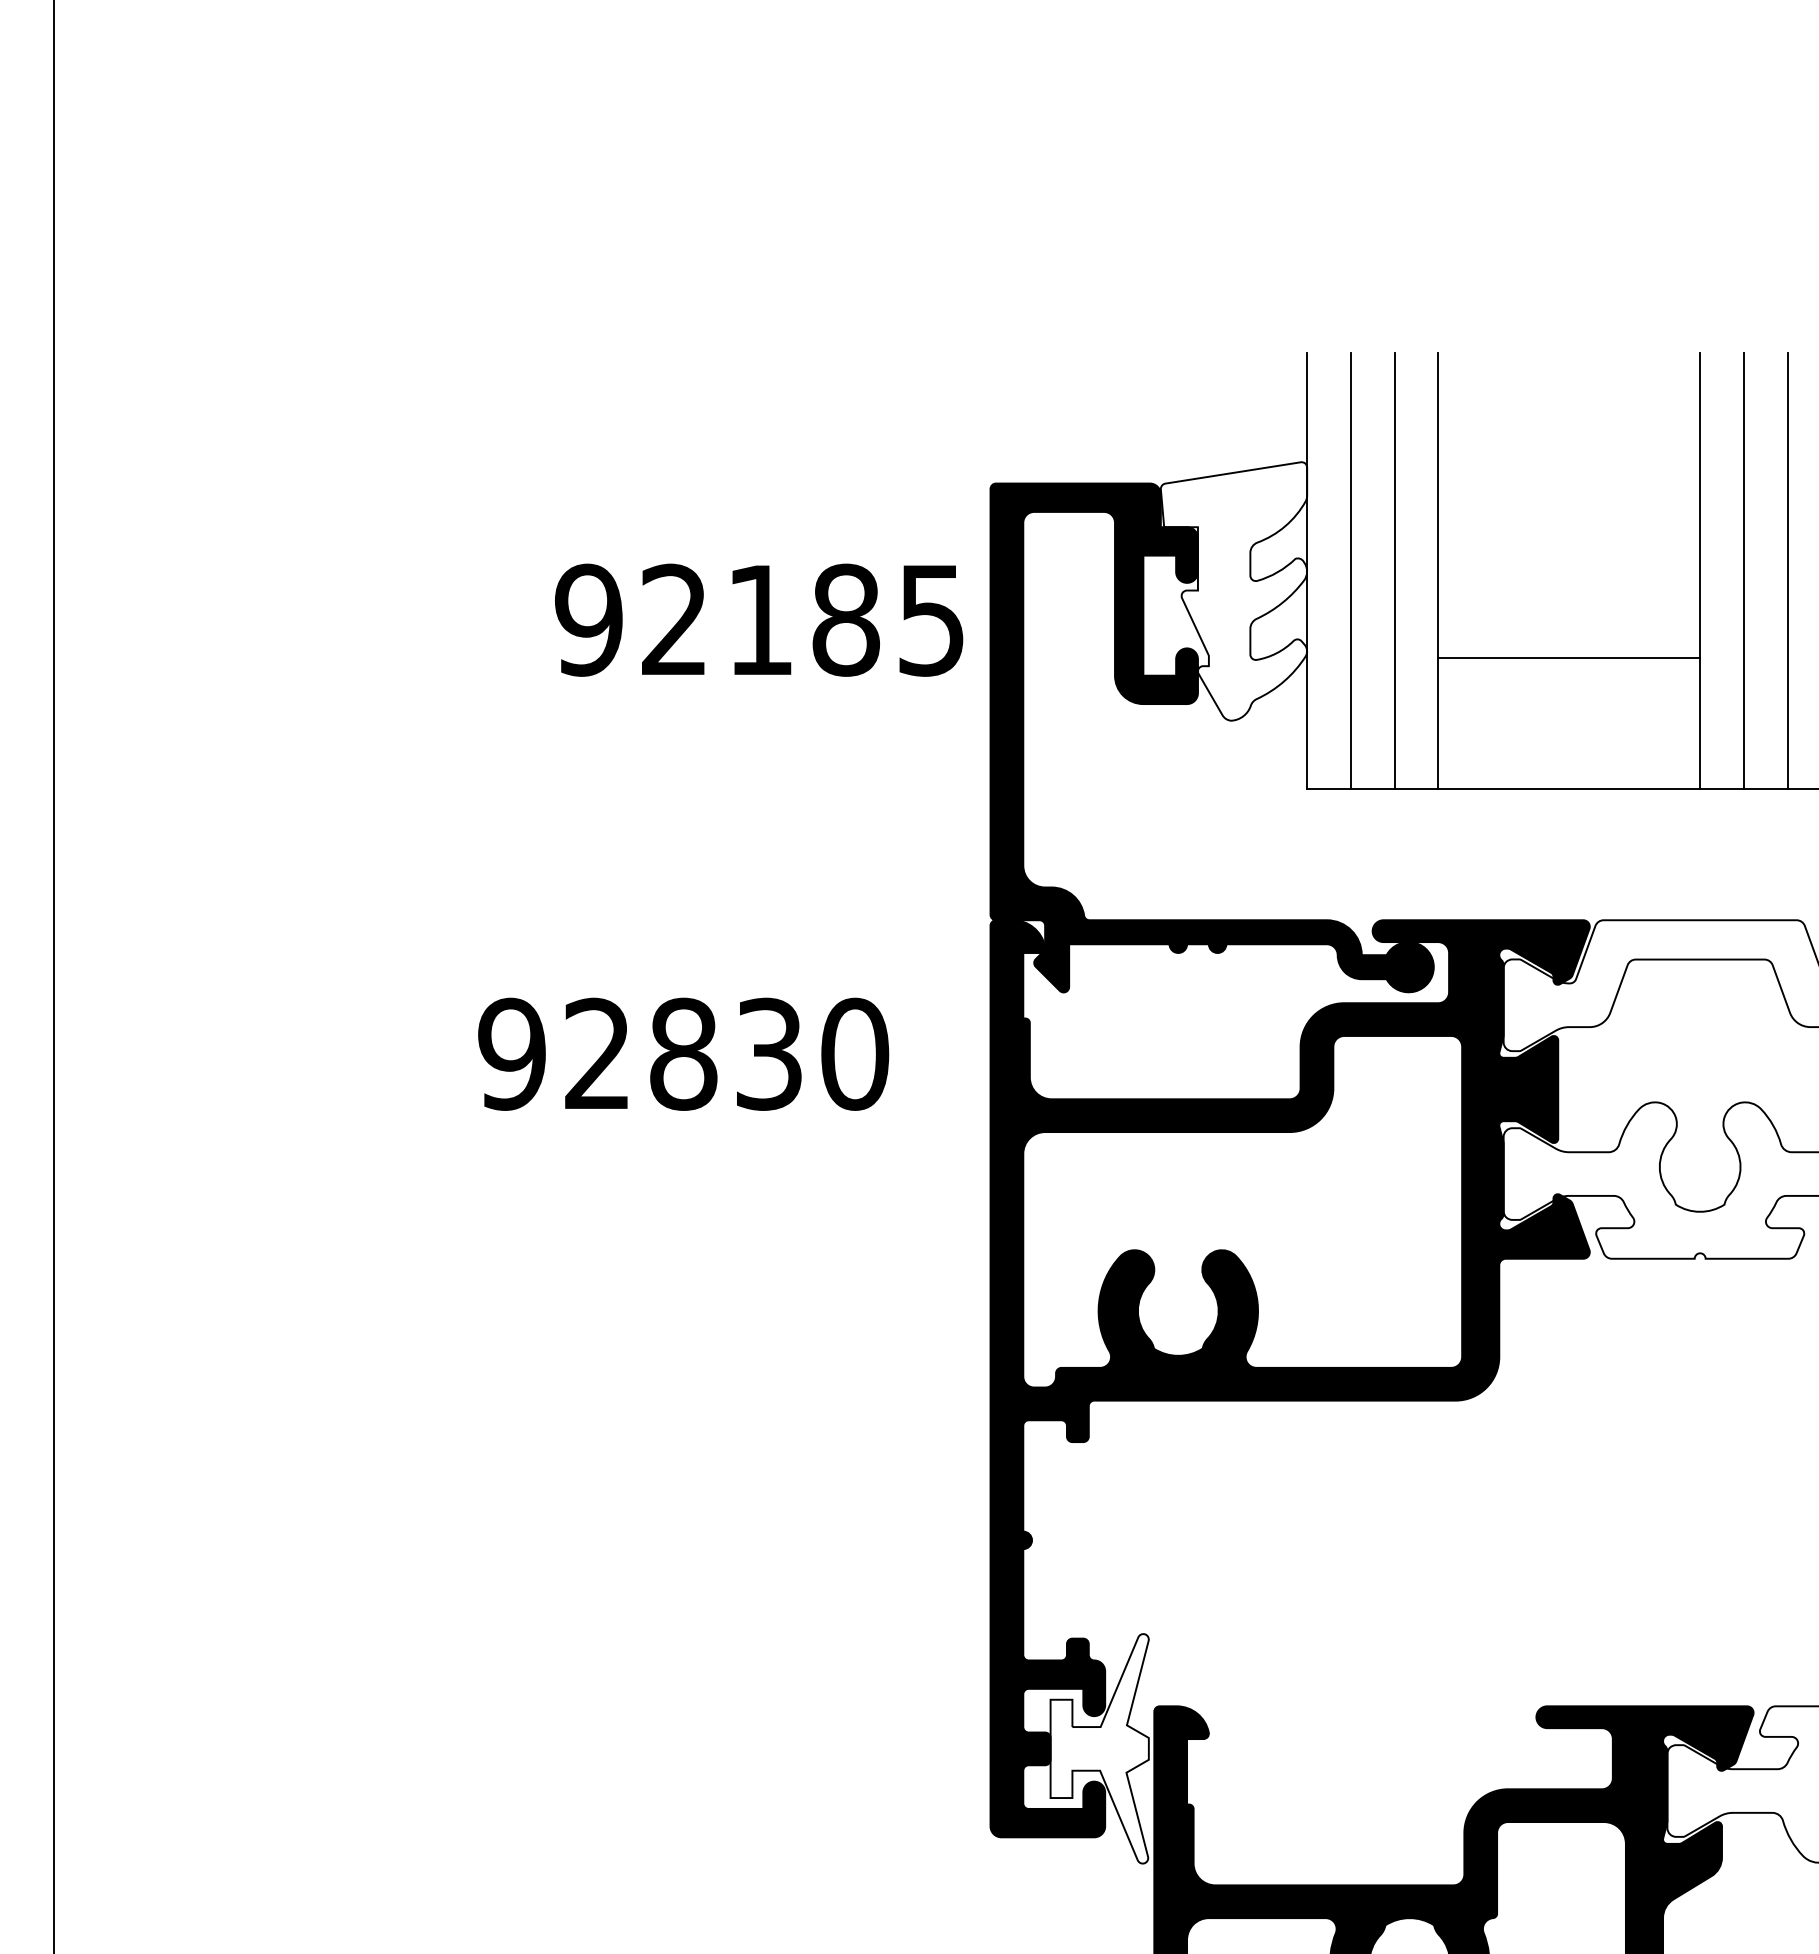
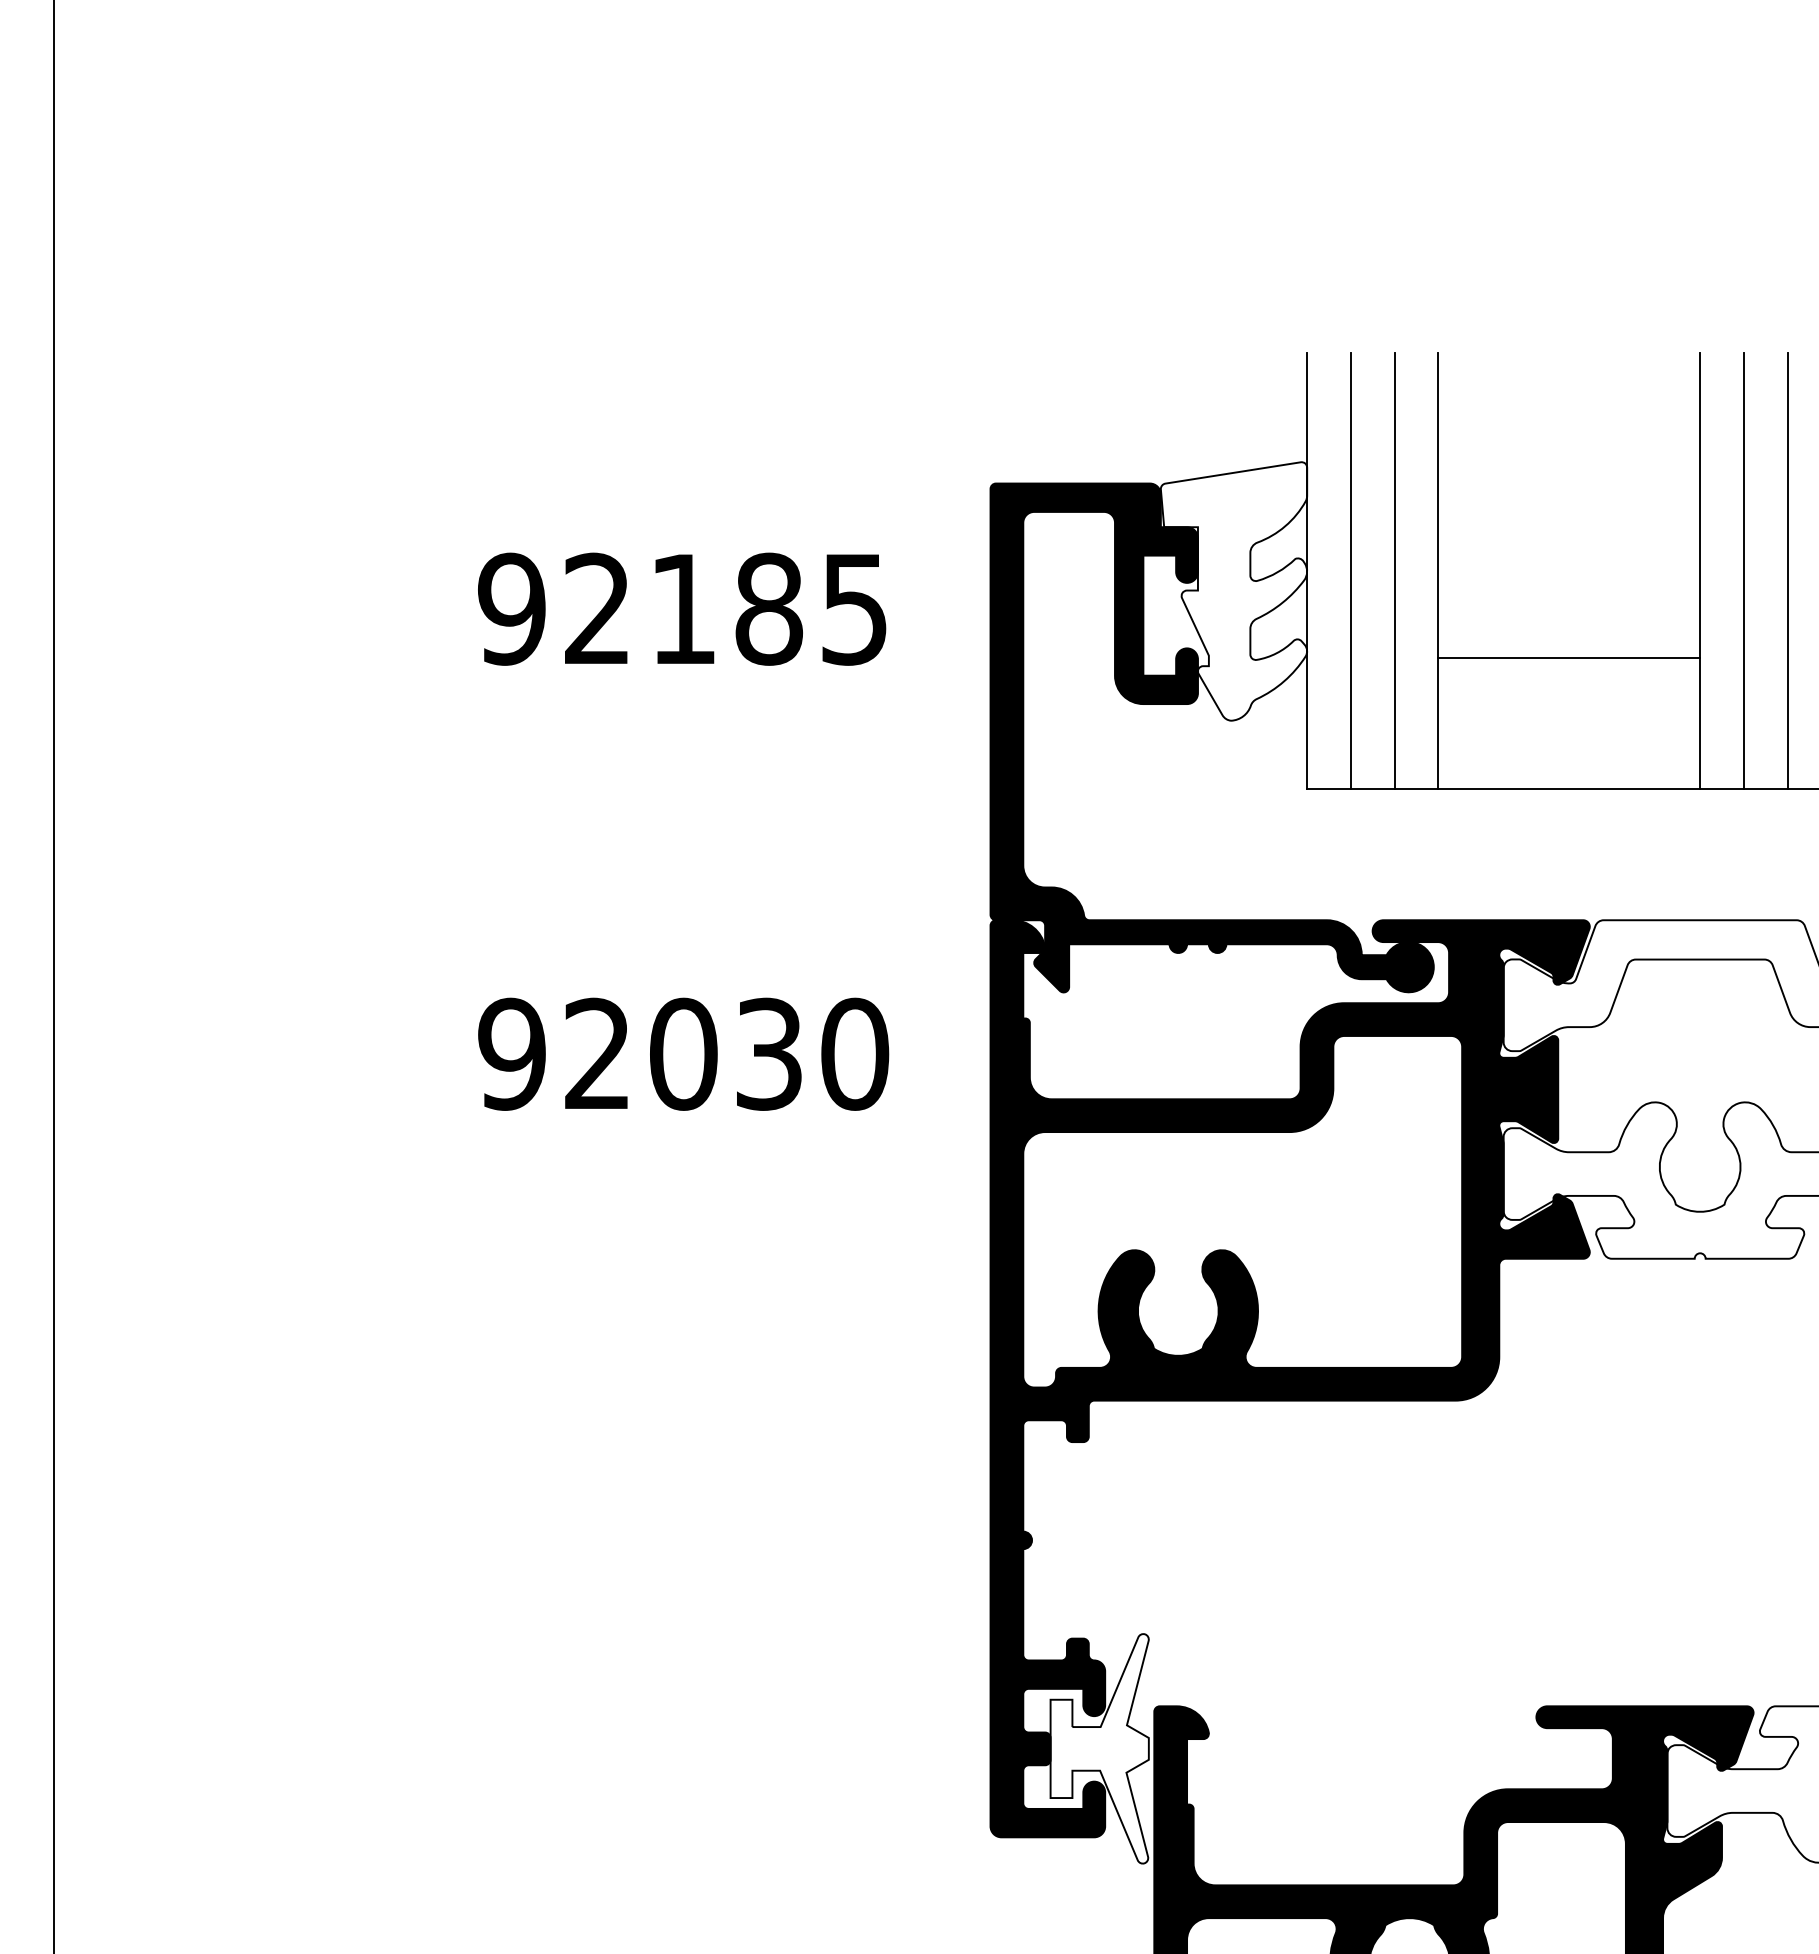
text at (759, 619) position: (759, 619) -> (682, 608)
text at (683, 1054): 92830 -> 92030
